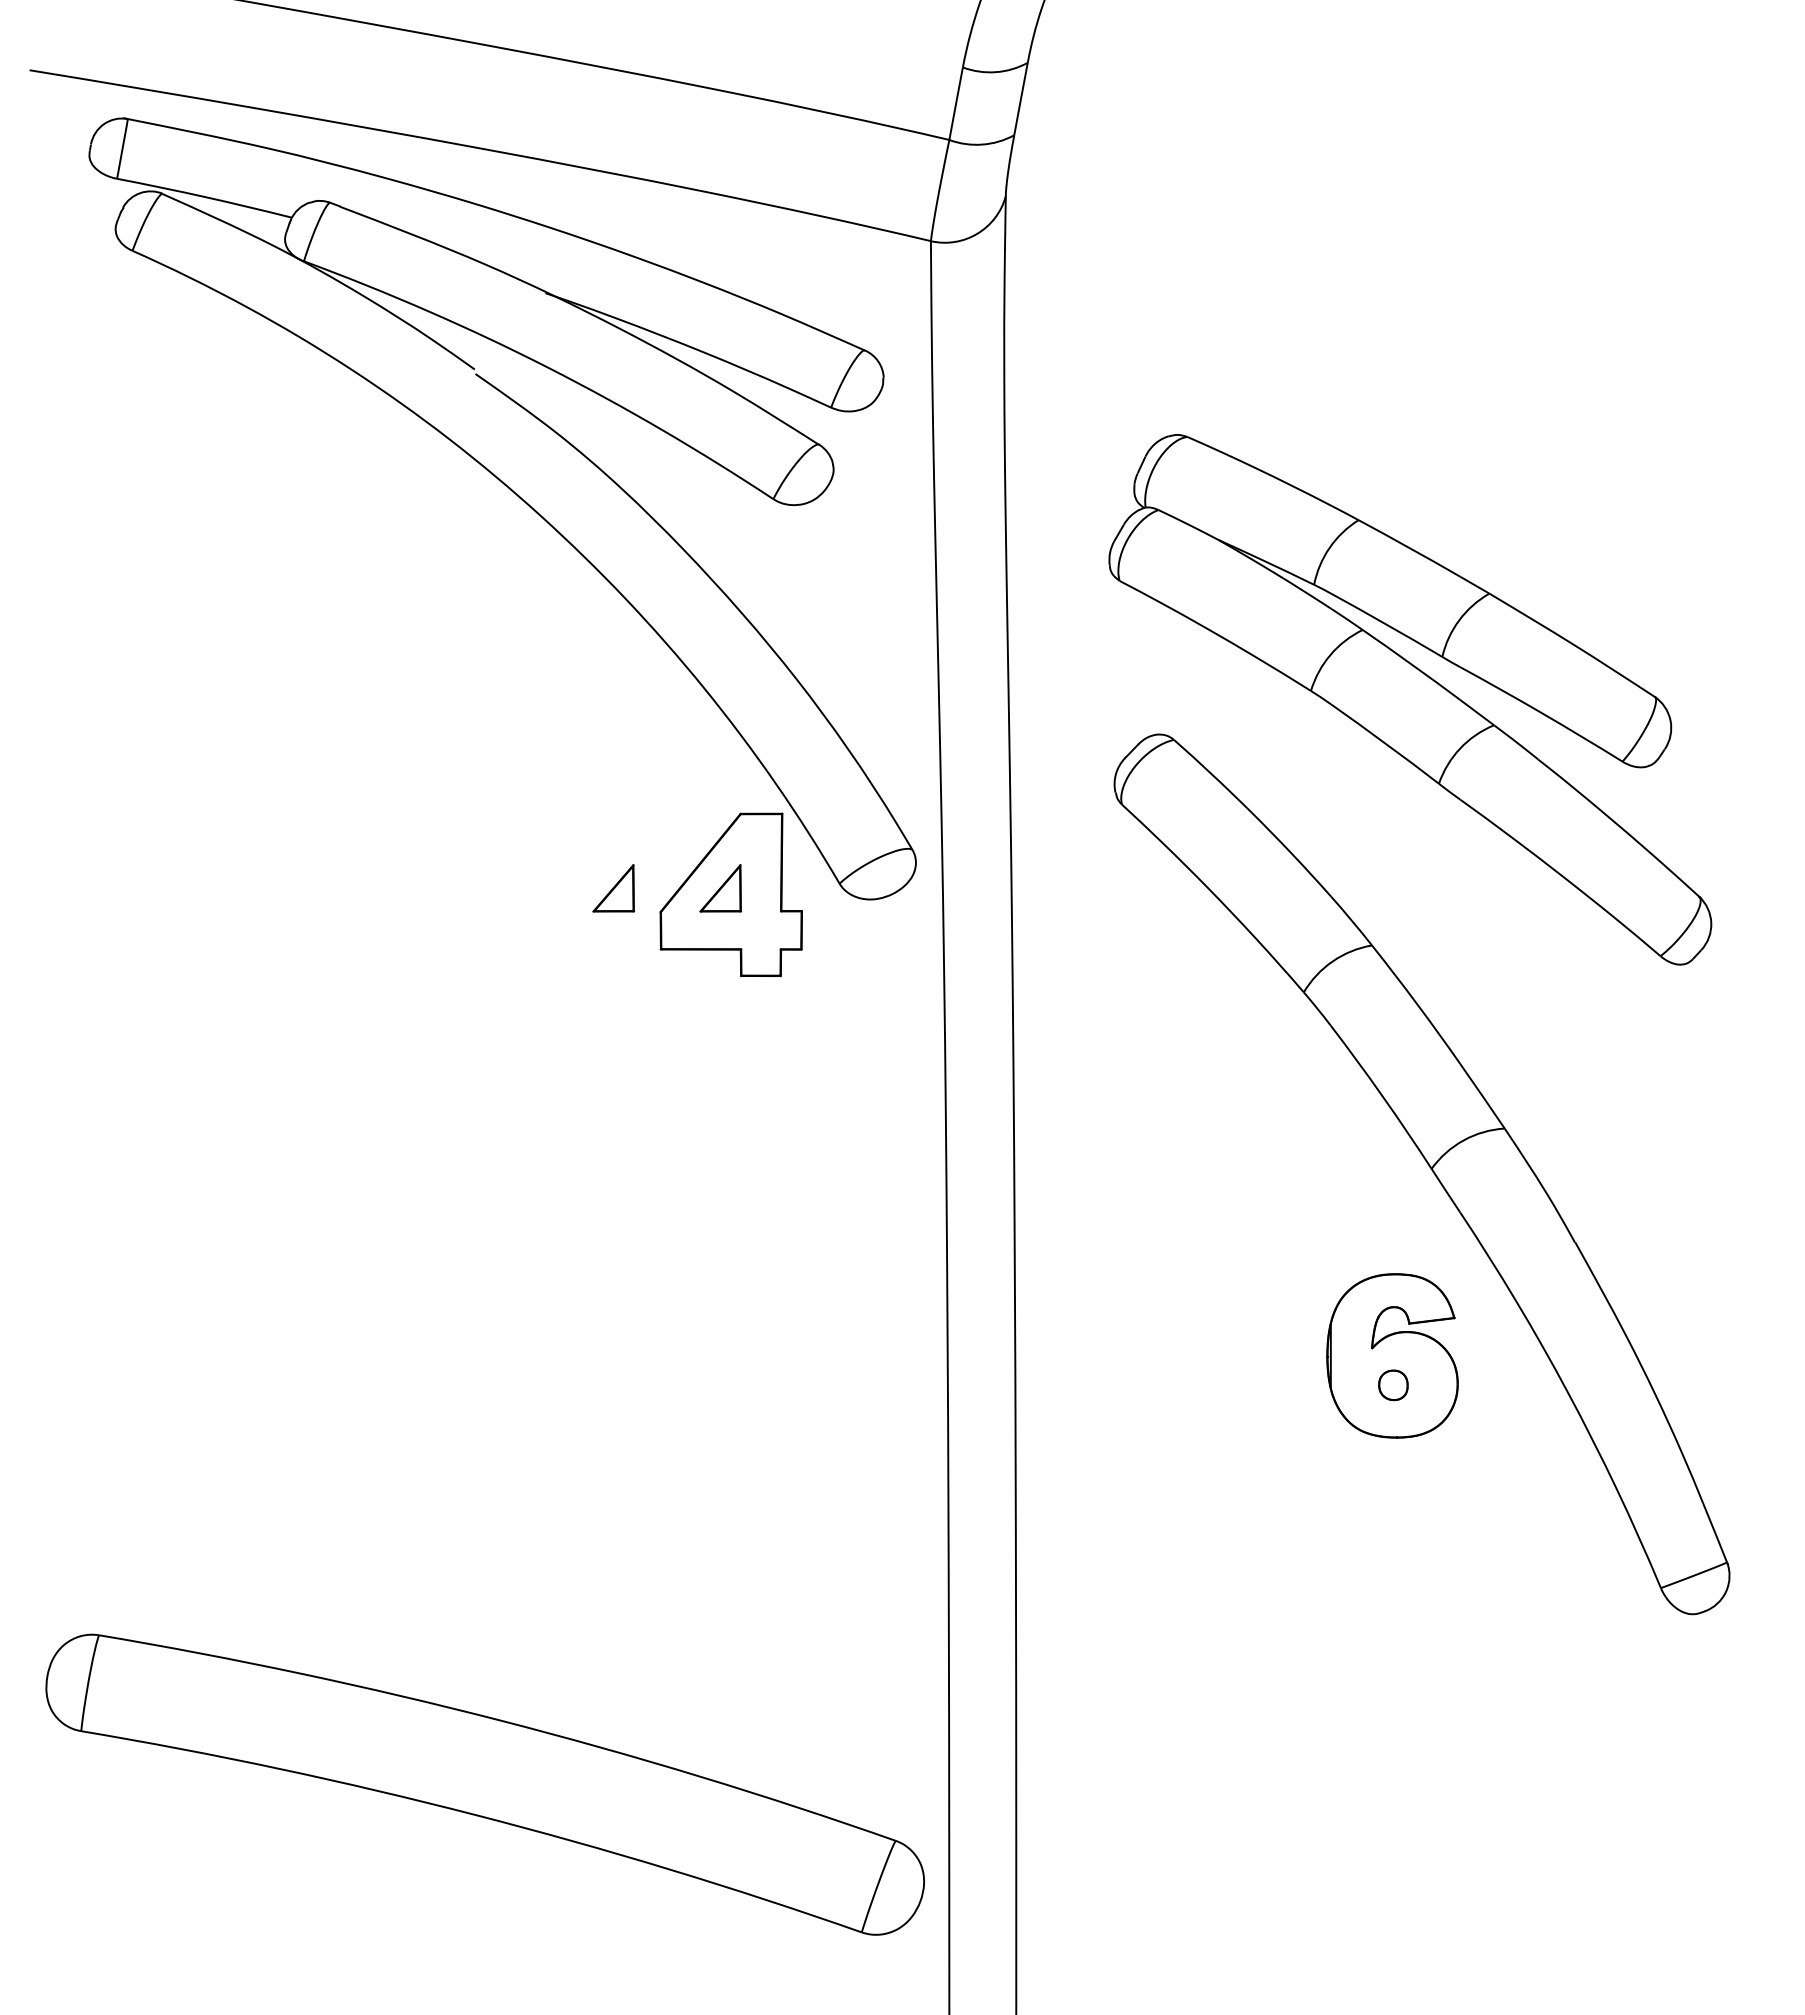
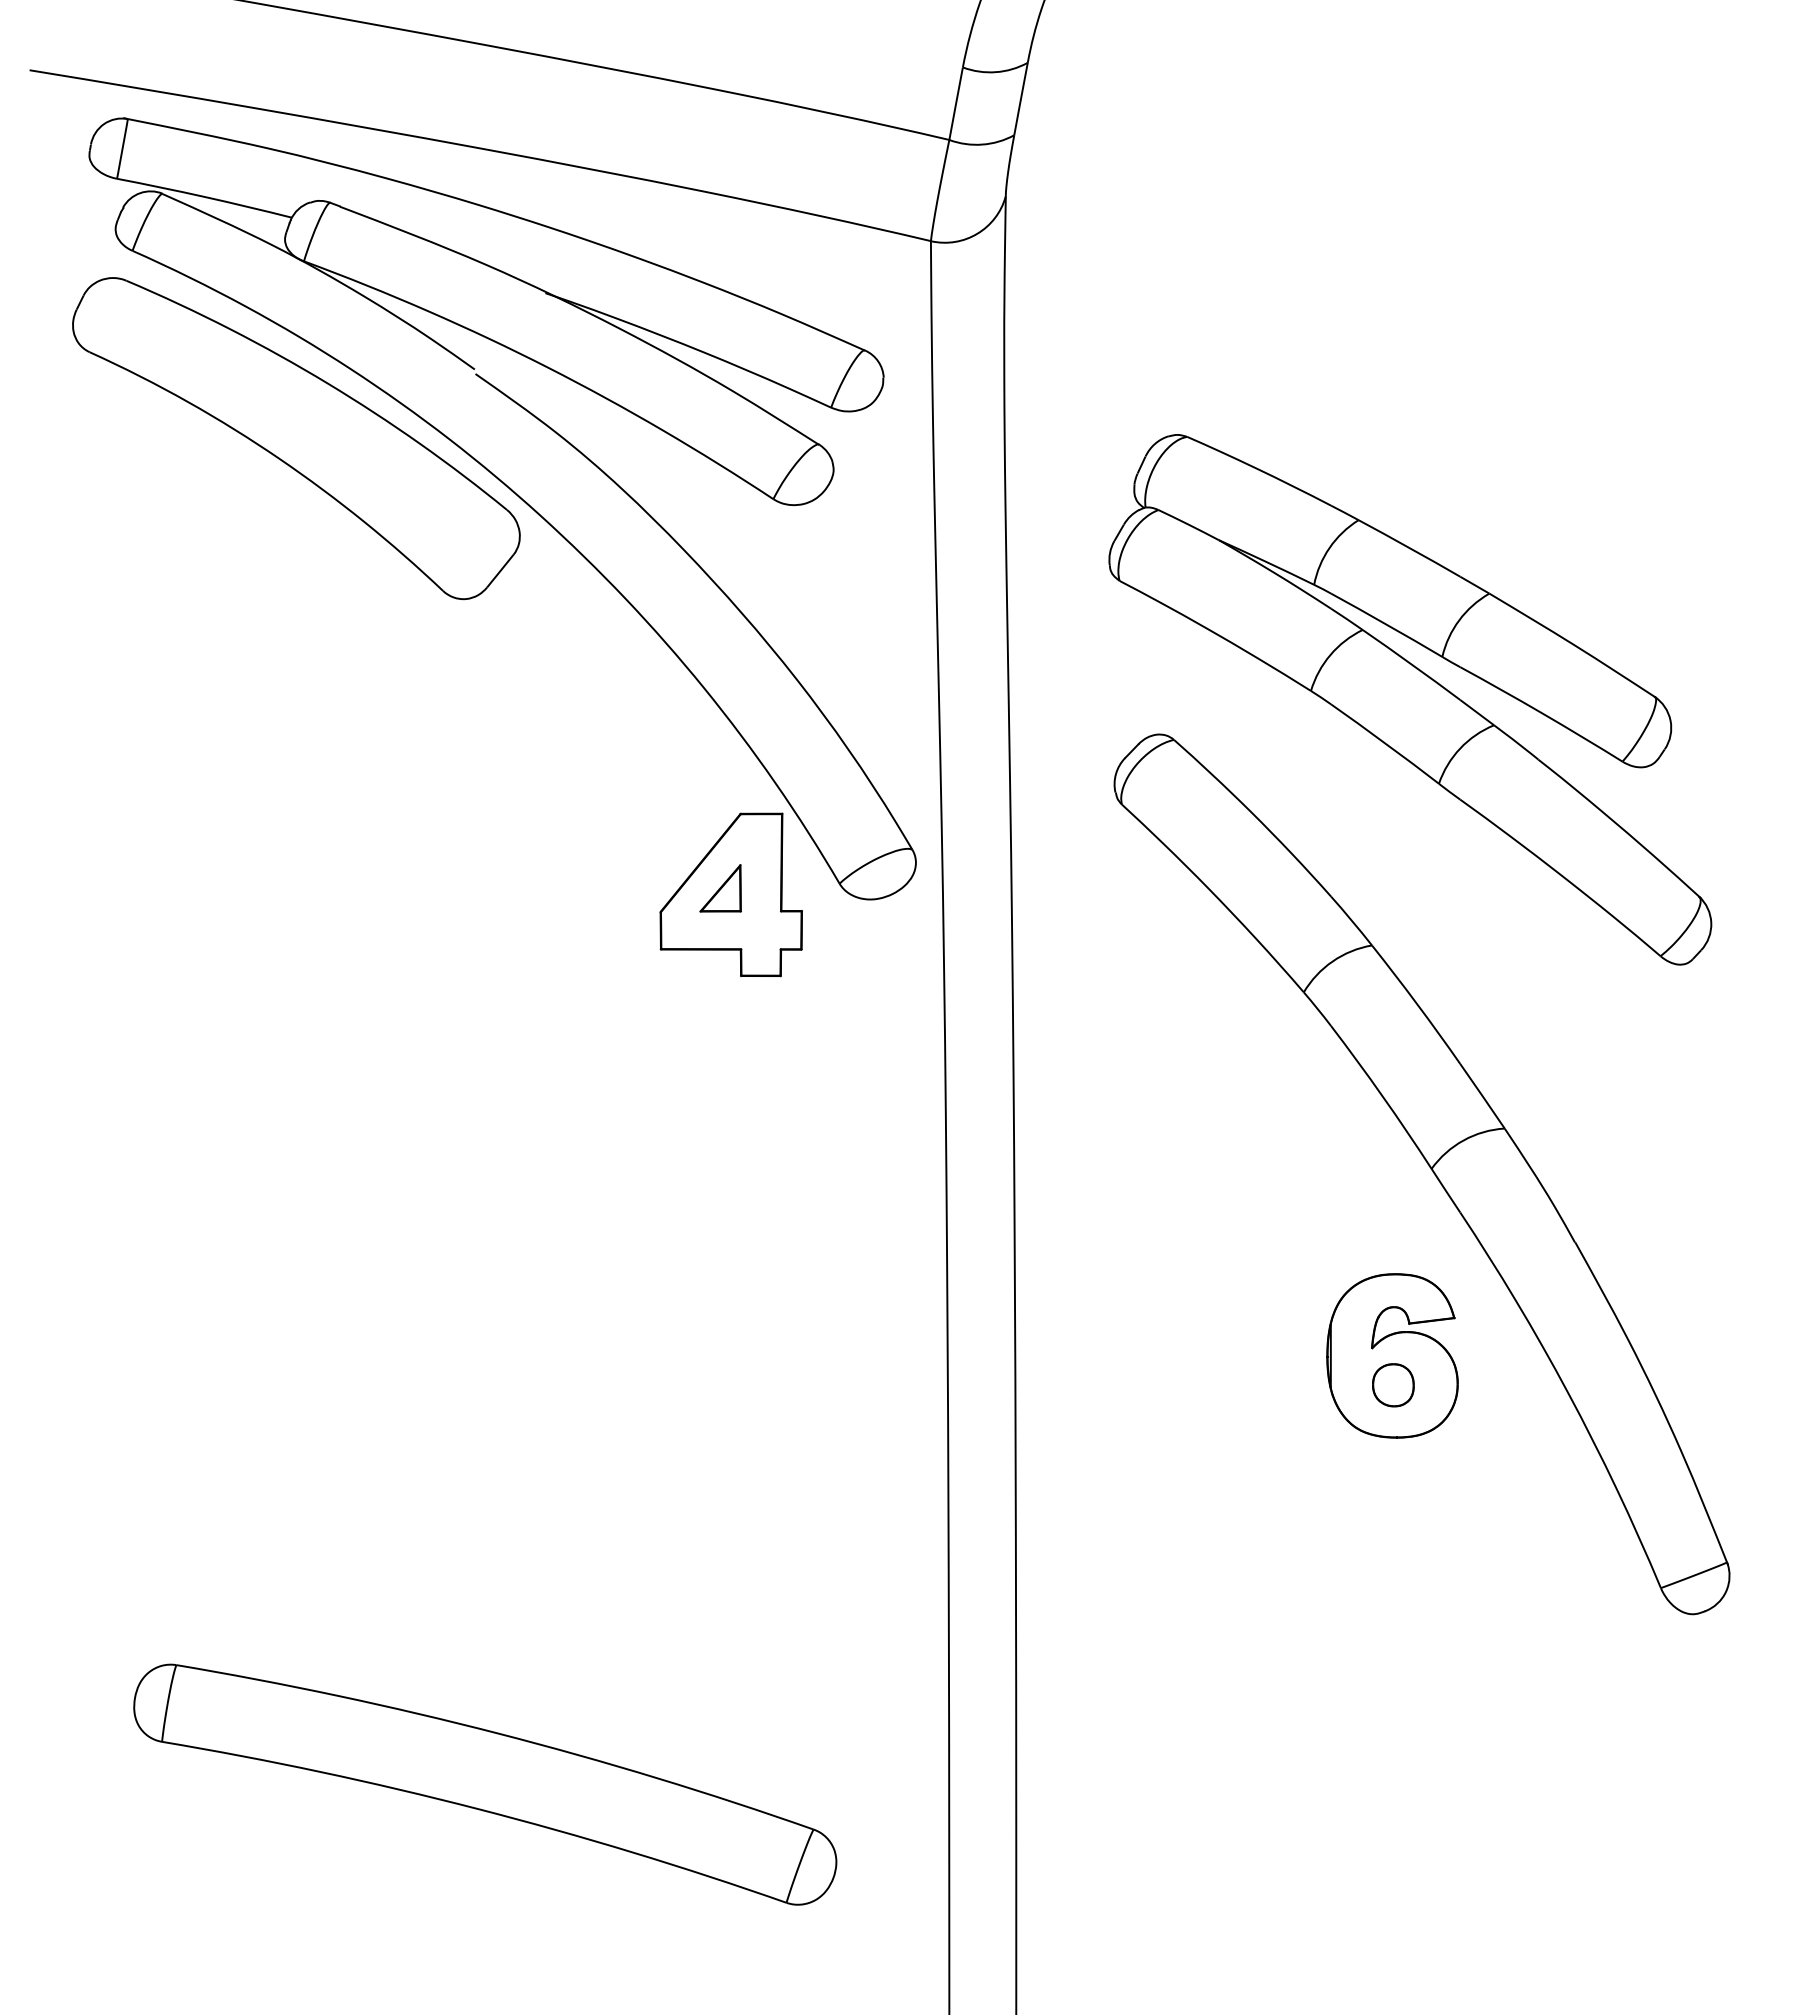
part at (296, 438): none -> present
part at (613, 888): present -> none
part at (1393, 1385) size: 31x33 px -> 43x45 px
part at (484, 1784) size: 880x303 px -> 705x243 px
